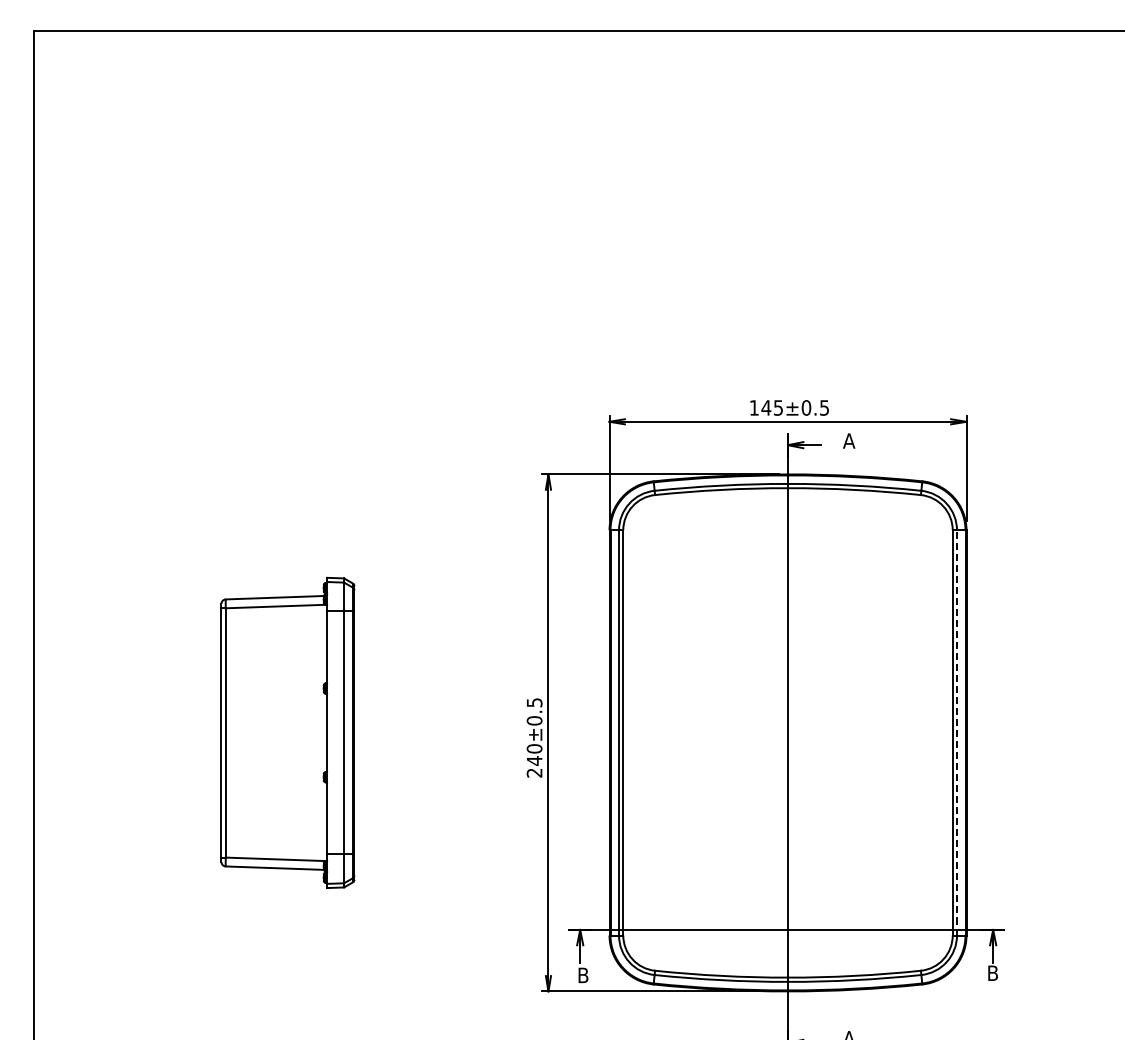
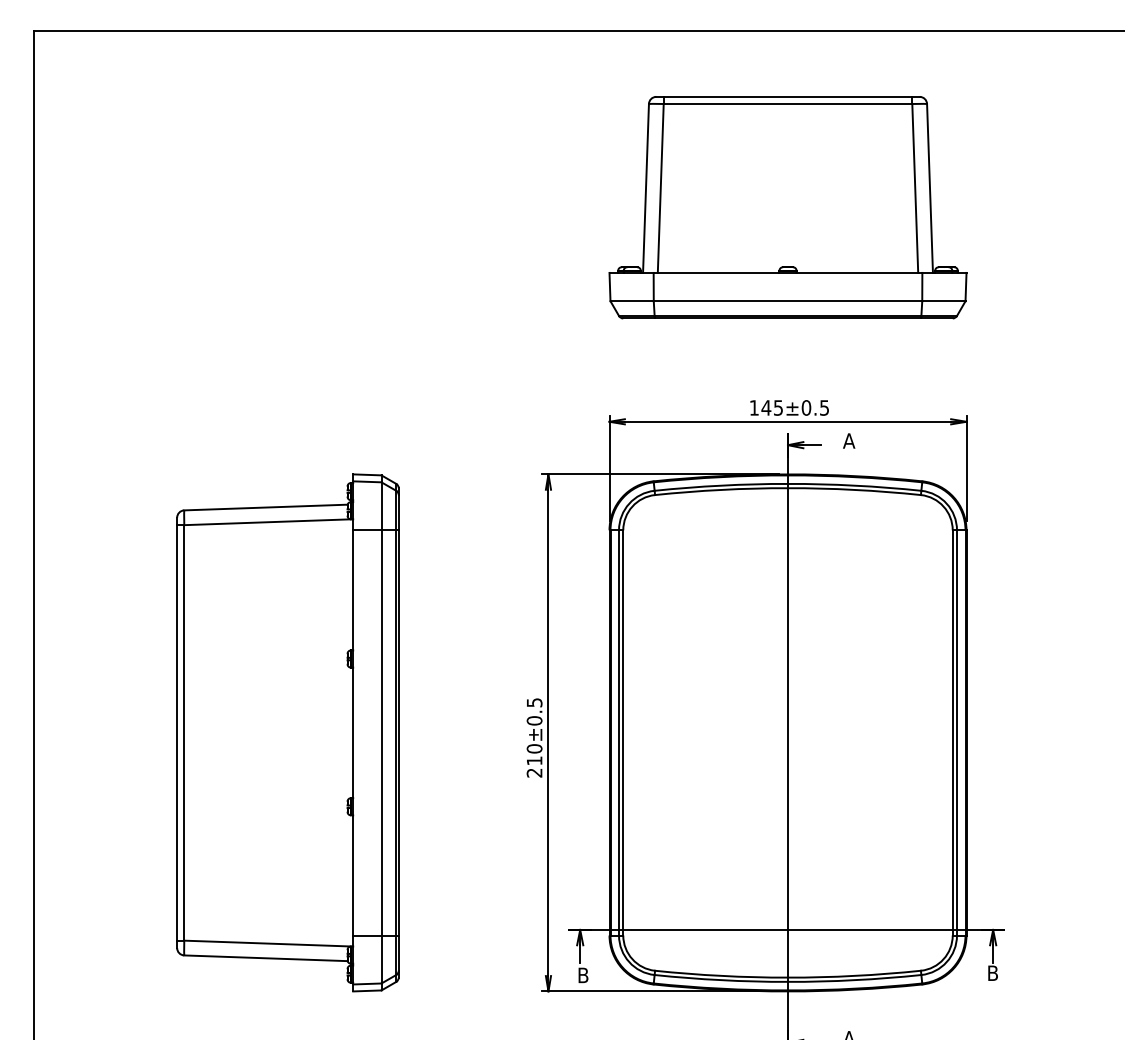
part at (787, 207): none -> present
part at (287, 732) size: 136x312 px -> 224x520 px
line at (957, 732): dashed -> solid
text at (534, 760): 240±0.5 -> 210±0.5
